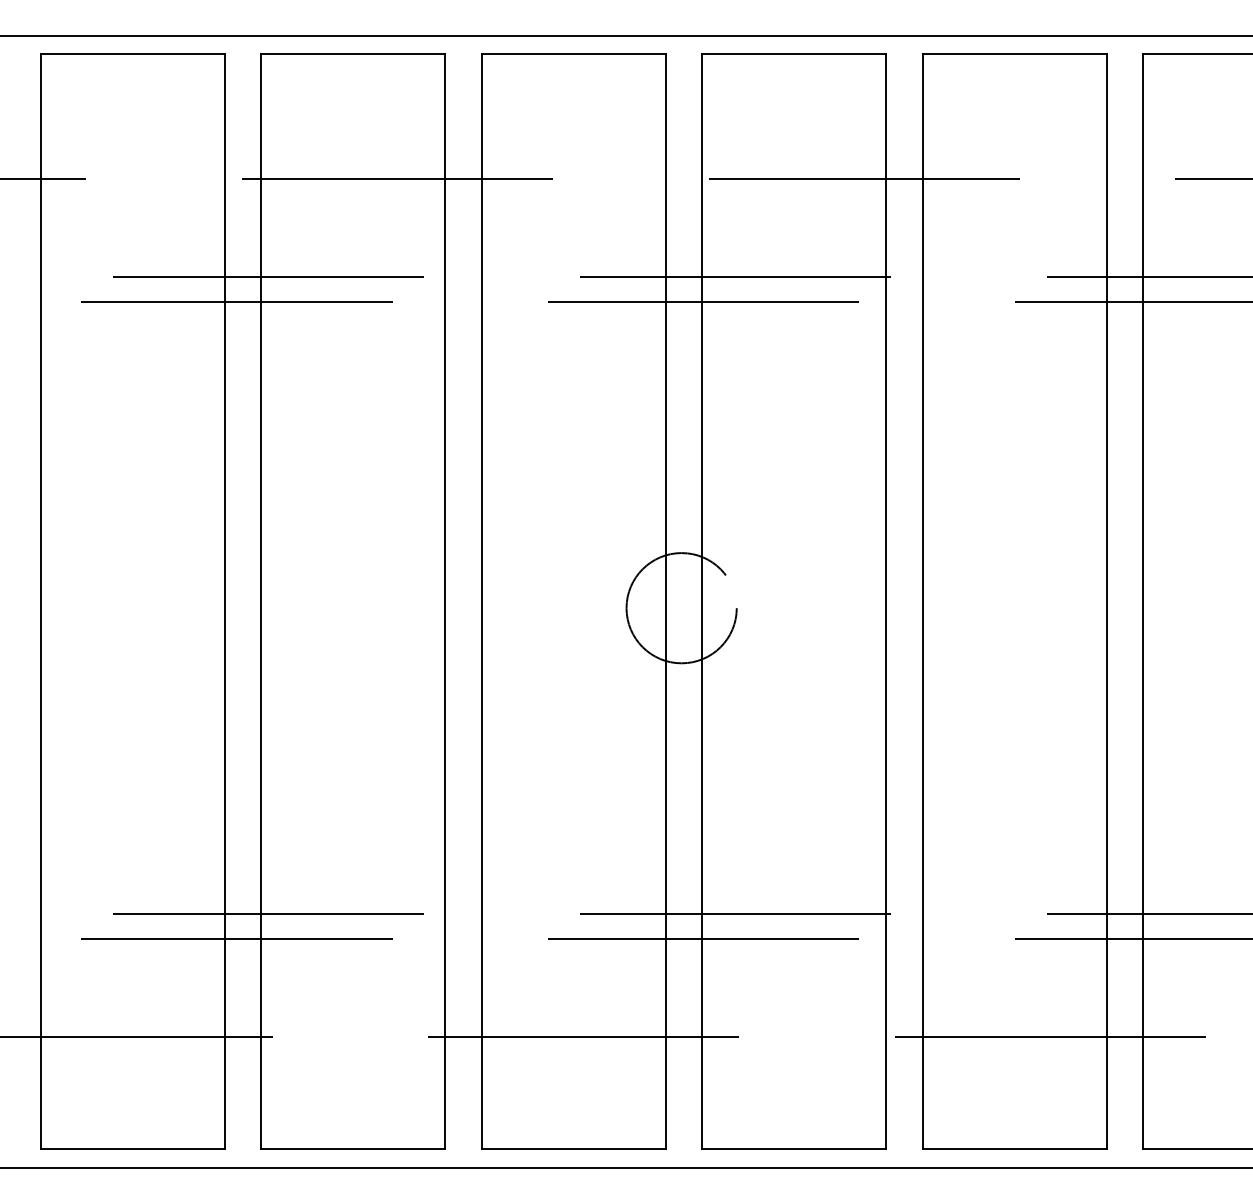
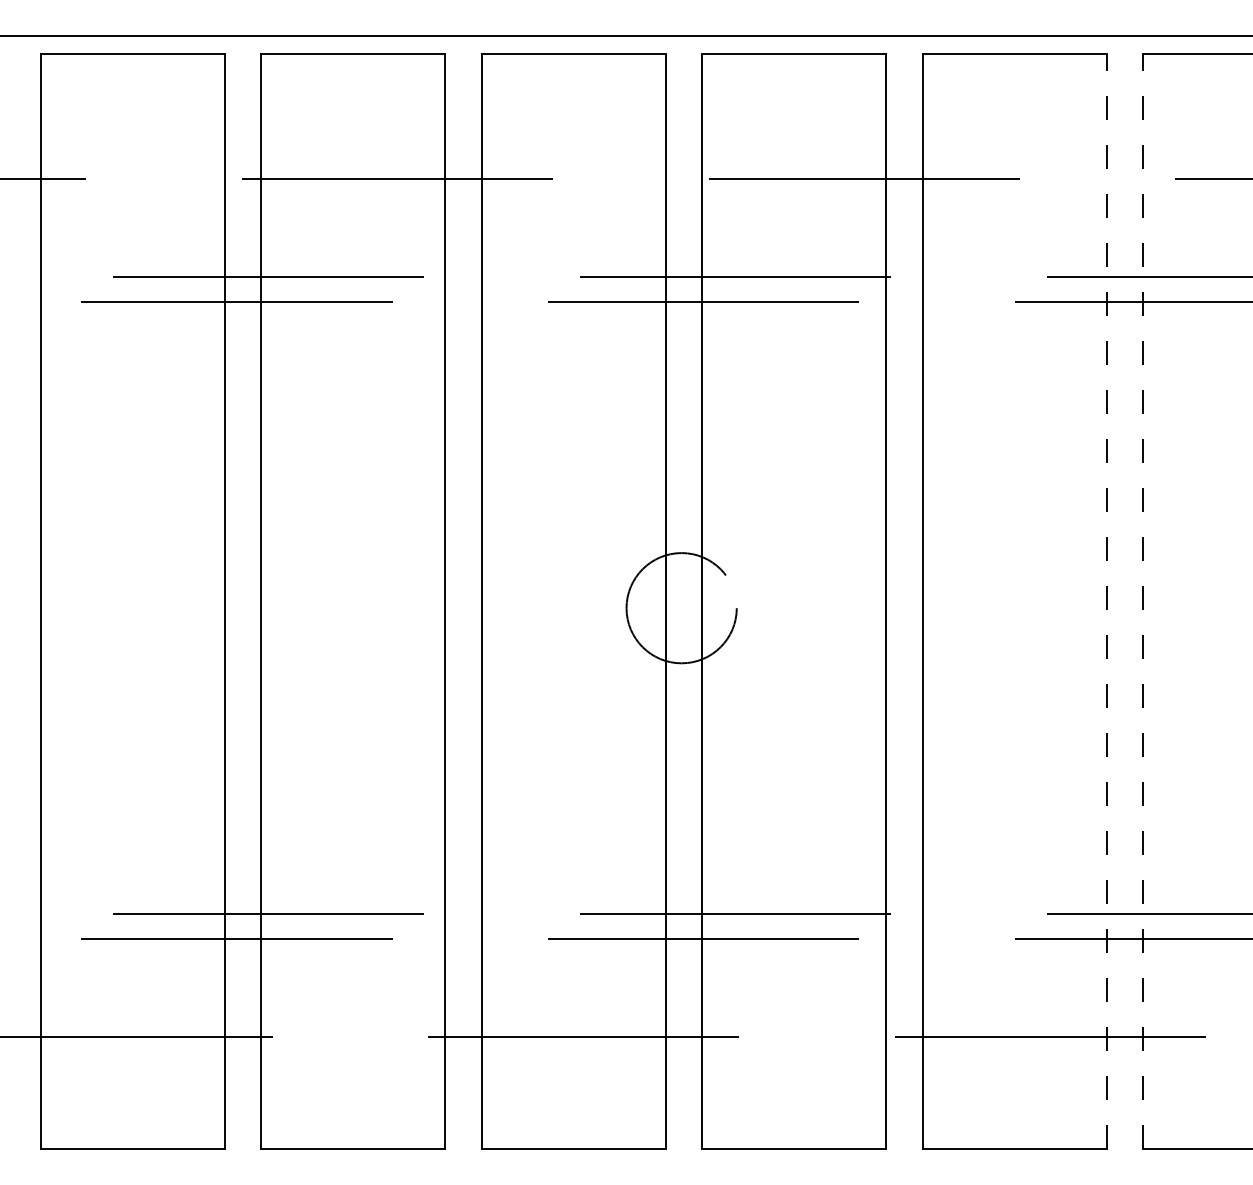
line at (1106, 601): solid -> dashed
line at (1143, 601): solid -> dashed
line at (625, 1167): present -> none
